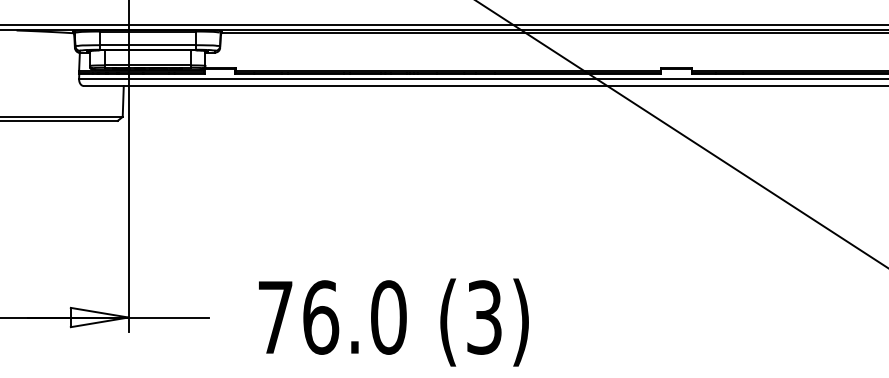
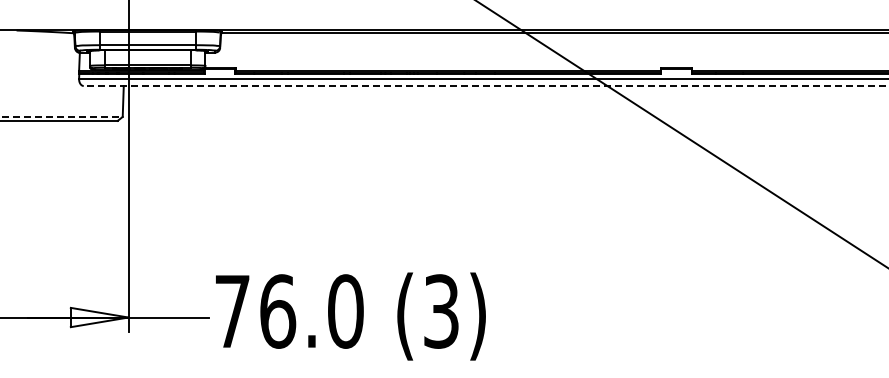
line at (443, 24): present -> none
line at (485, 86): solid -> dashed
line at (61, 116): solid -> dashed
text at (393, 322) position: (393, 322) -> (350, 316)
